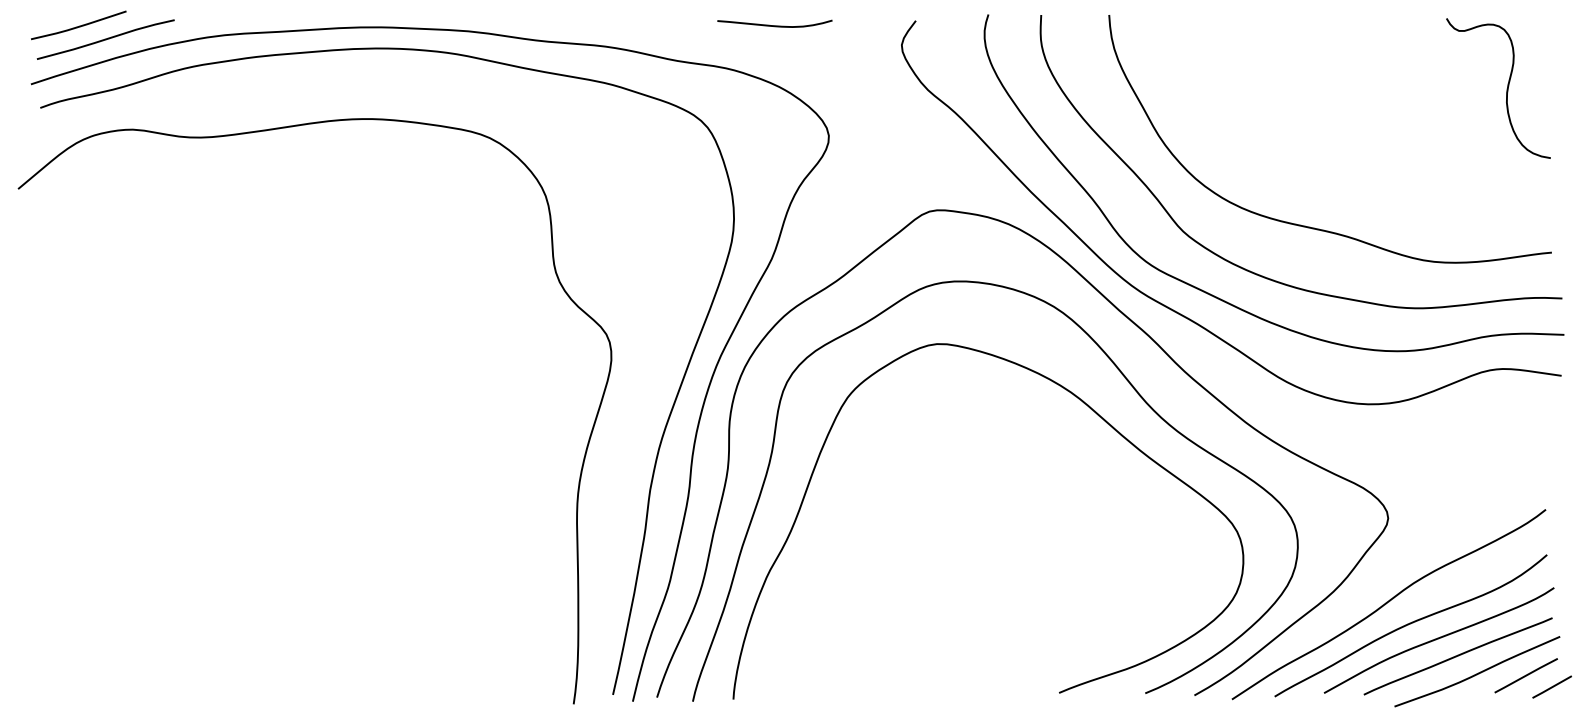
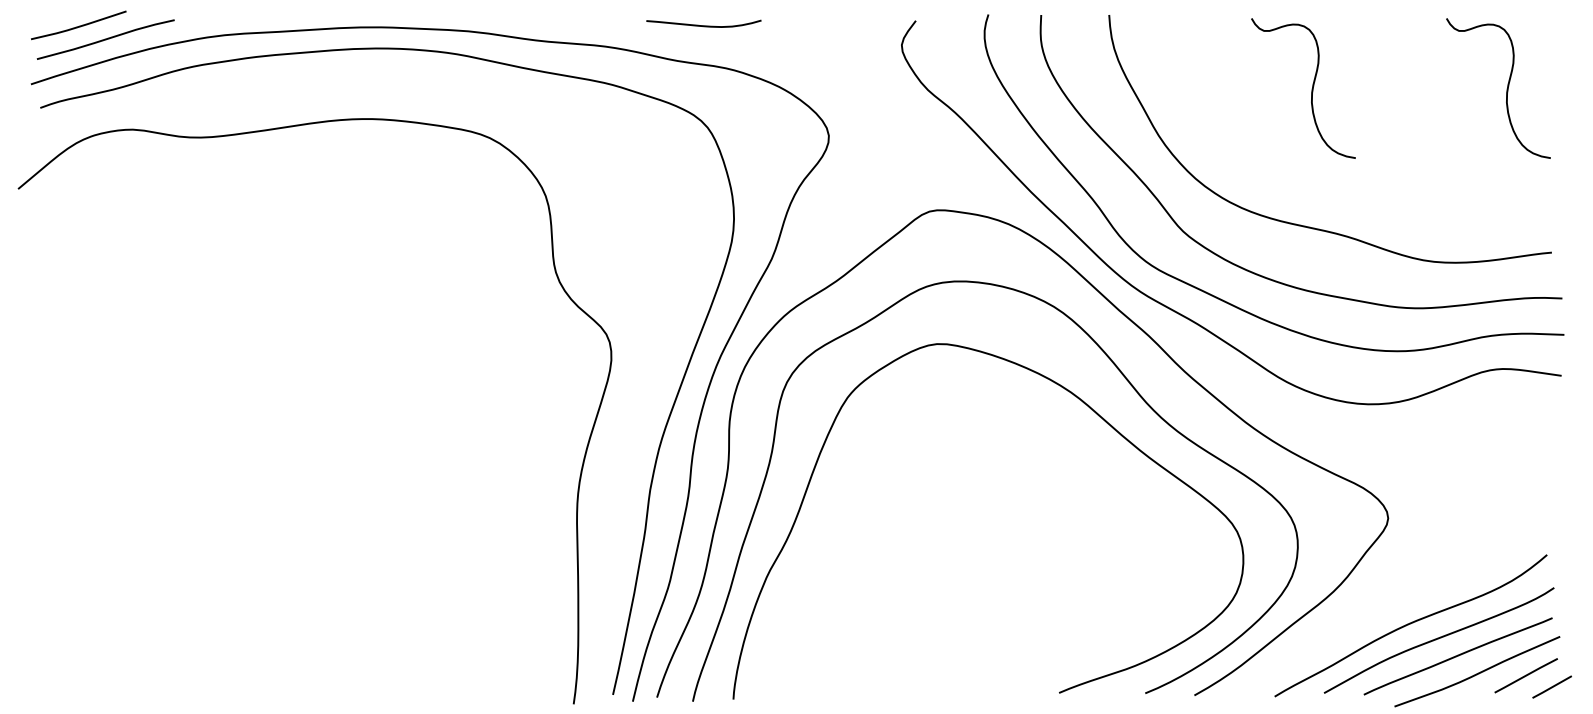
curve at (774, 25) position: (774, 25) -> (703, 25)
curve at (1311, 88): none -> present
curve at (1387, 603): present -> none
